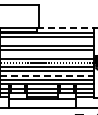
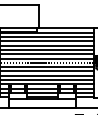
line at (65, 28): dashed -> solid
line at (47, 41): none -> present
line at (47, 54): none -> present
line at (47, 75): dashed -> solid
